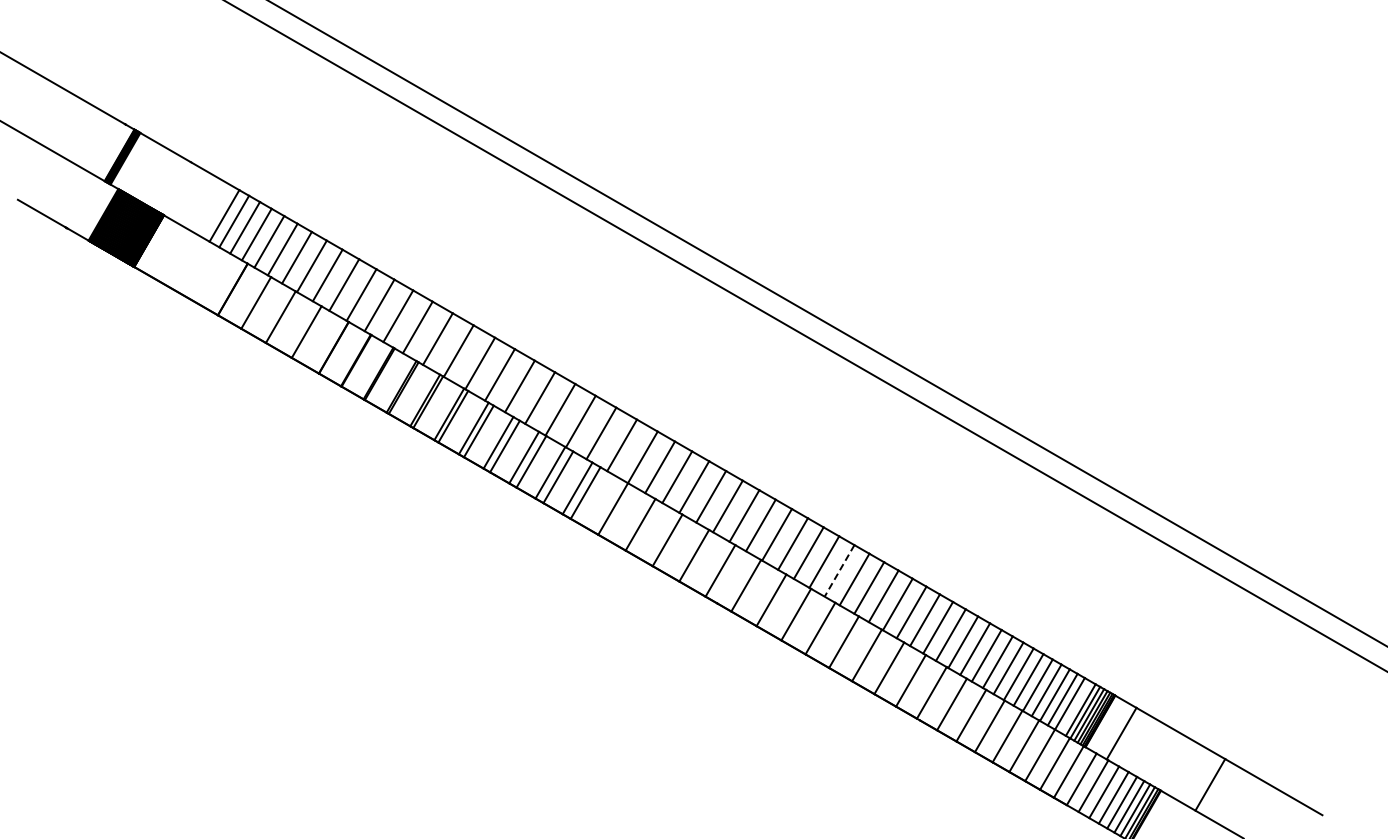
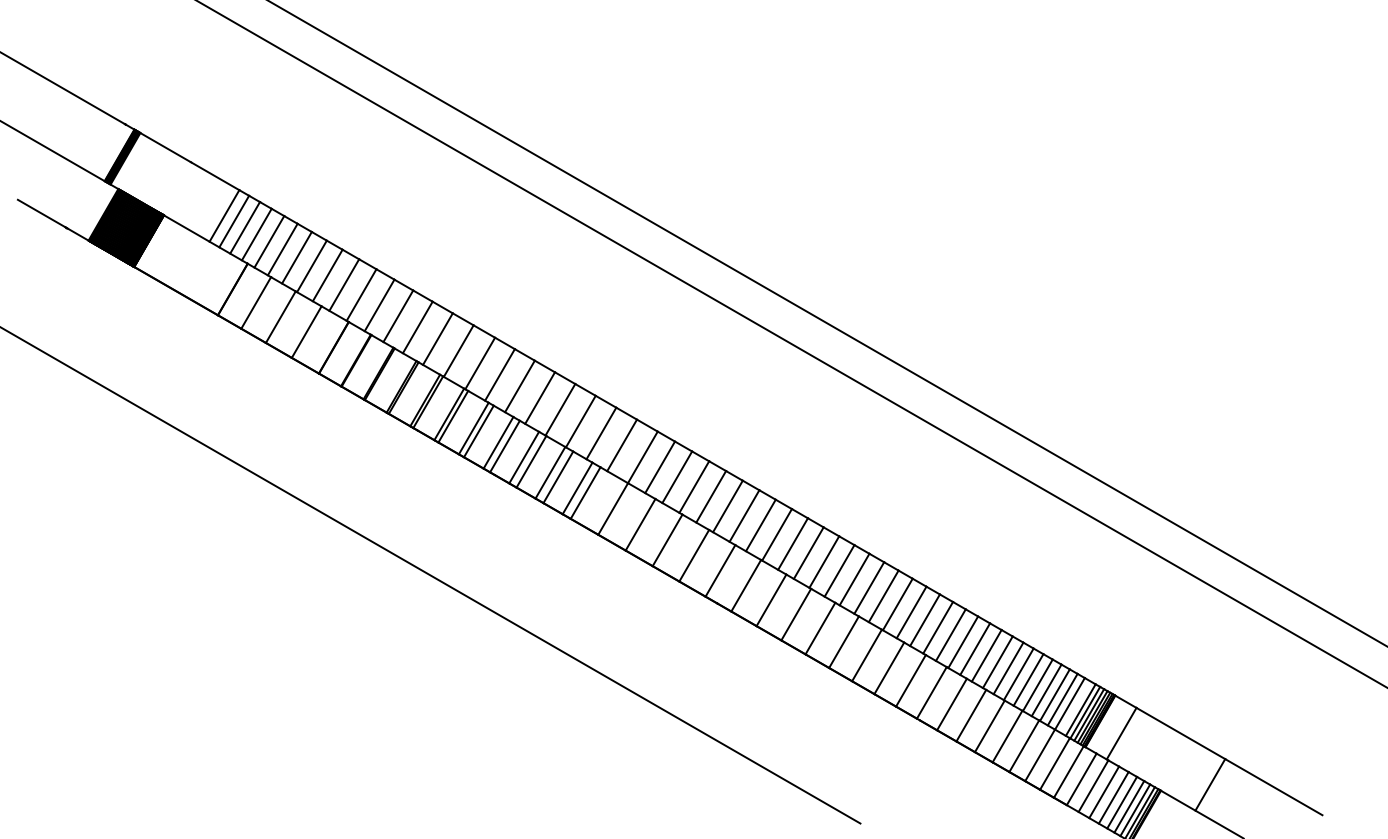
line at (805, 336) position: (805, 336) -> (791, 344)
line at (839, 570): dashed -> solid
line at (431, 575): none -> present
